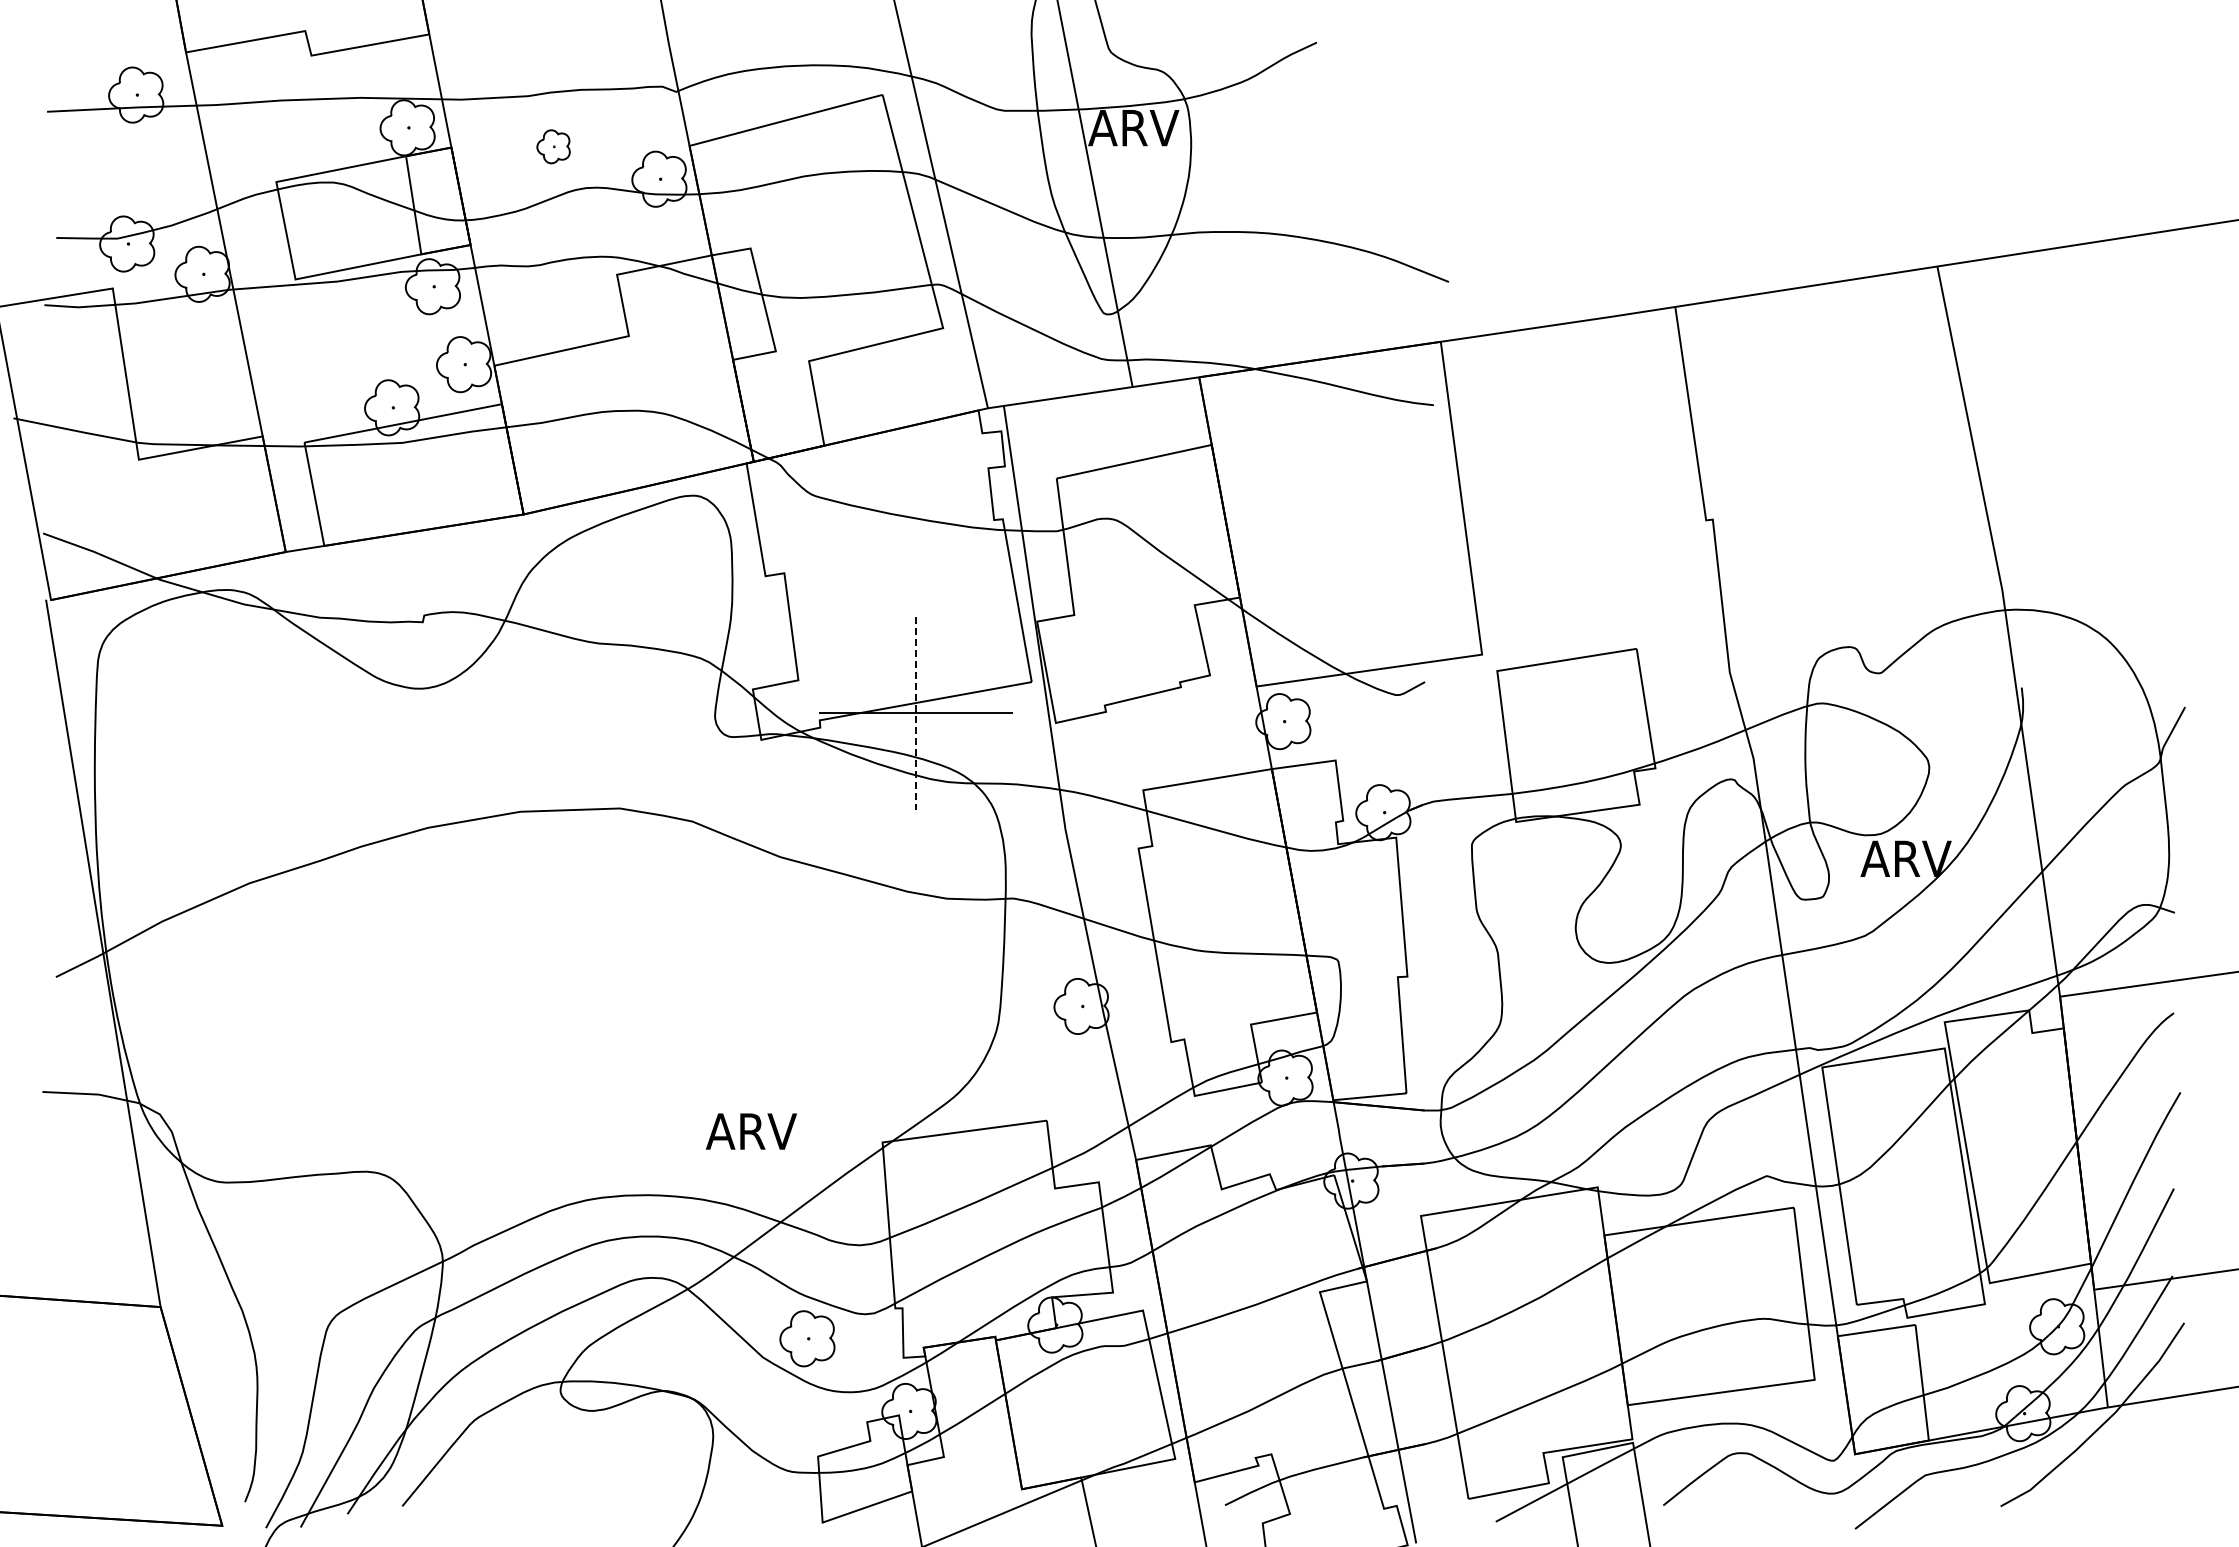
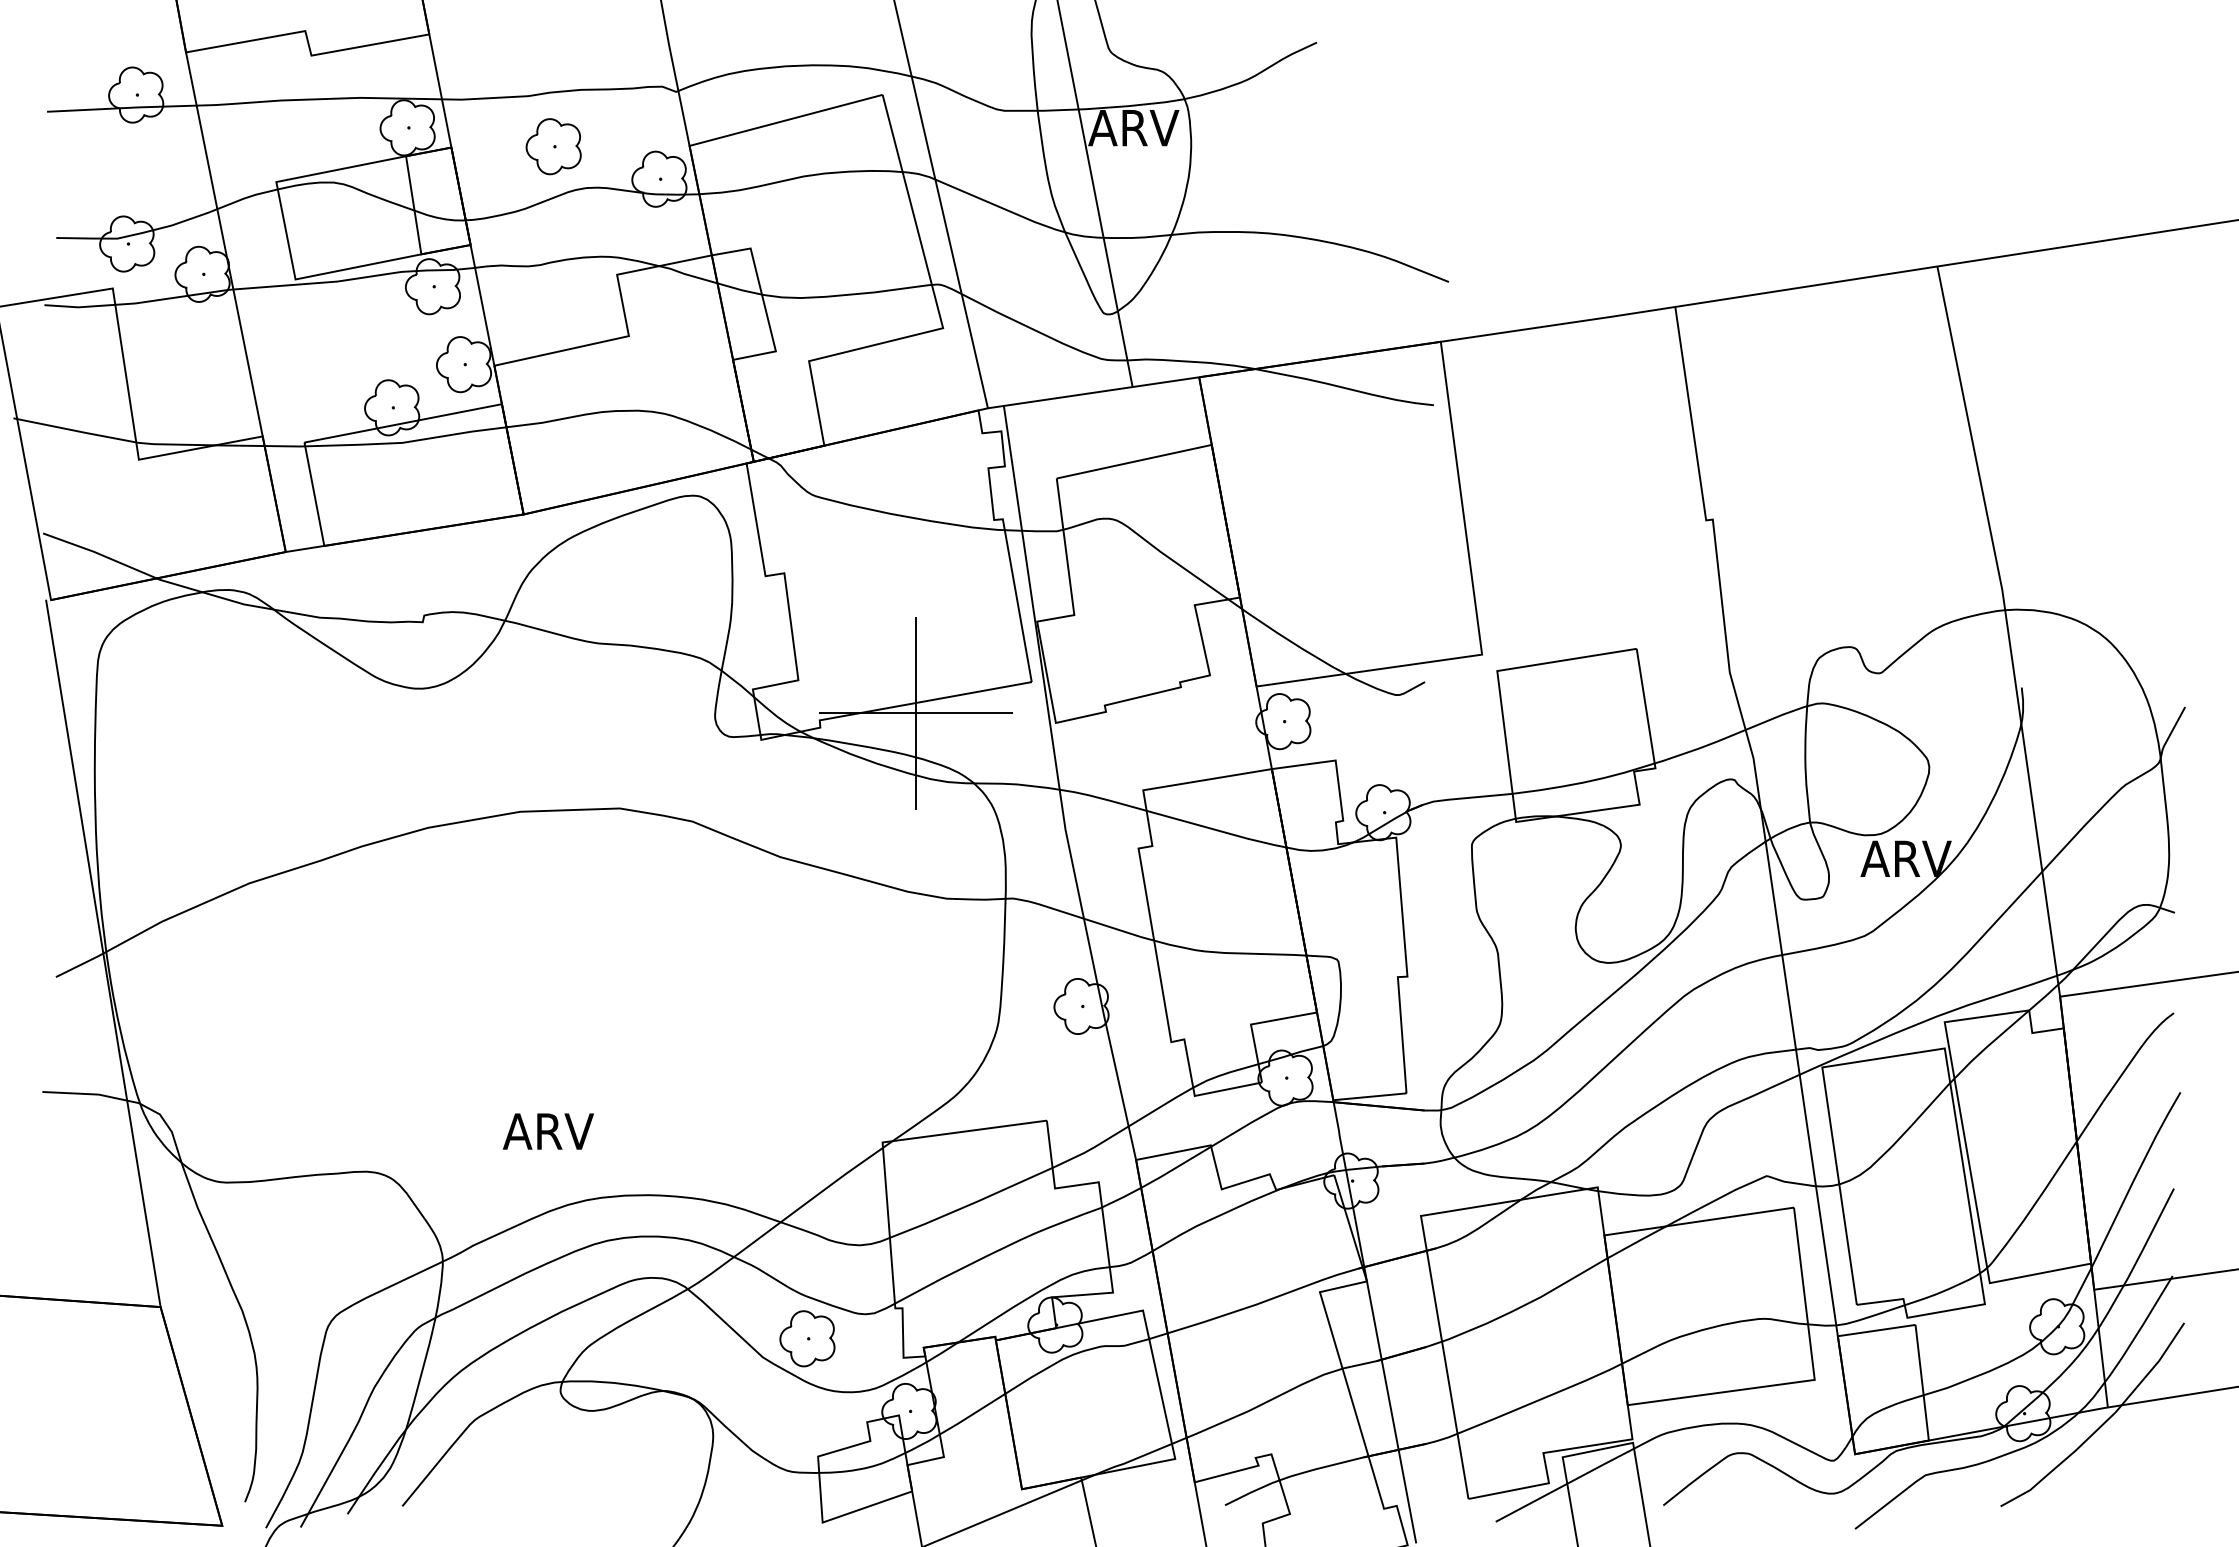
part at (553, 146) size: 35x36 px -> 57x58 px
line at (915, 713): dashed -> solid
text at (750, 1131) position: (750, 1131) -> (547, 1131)
